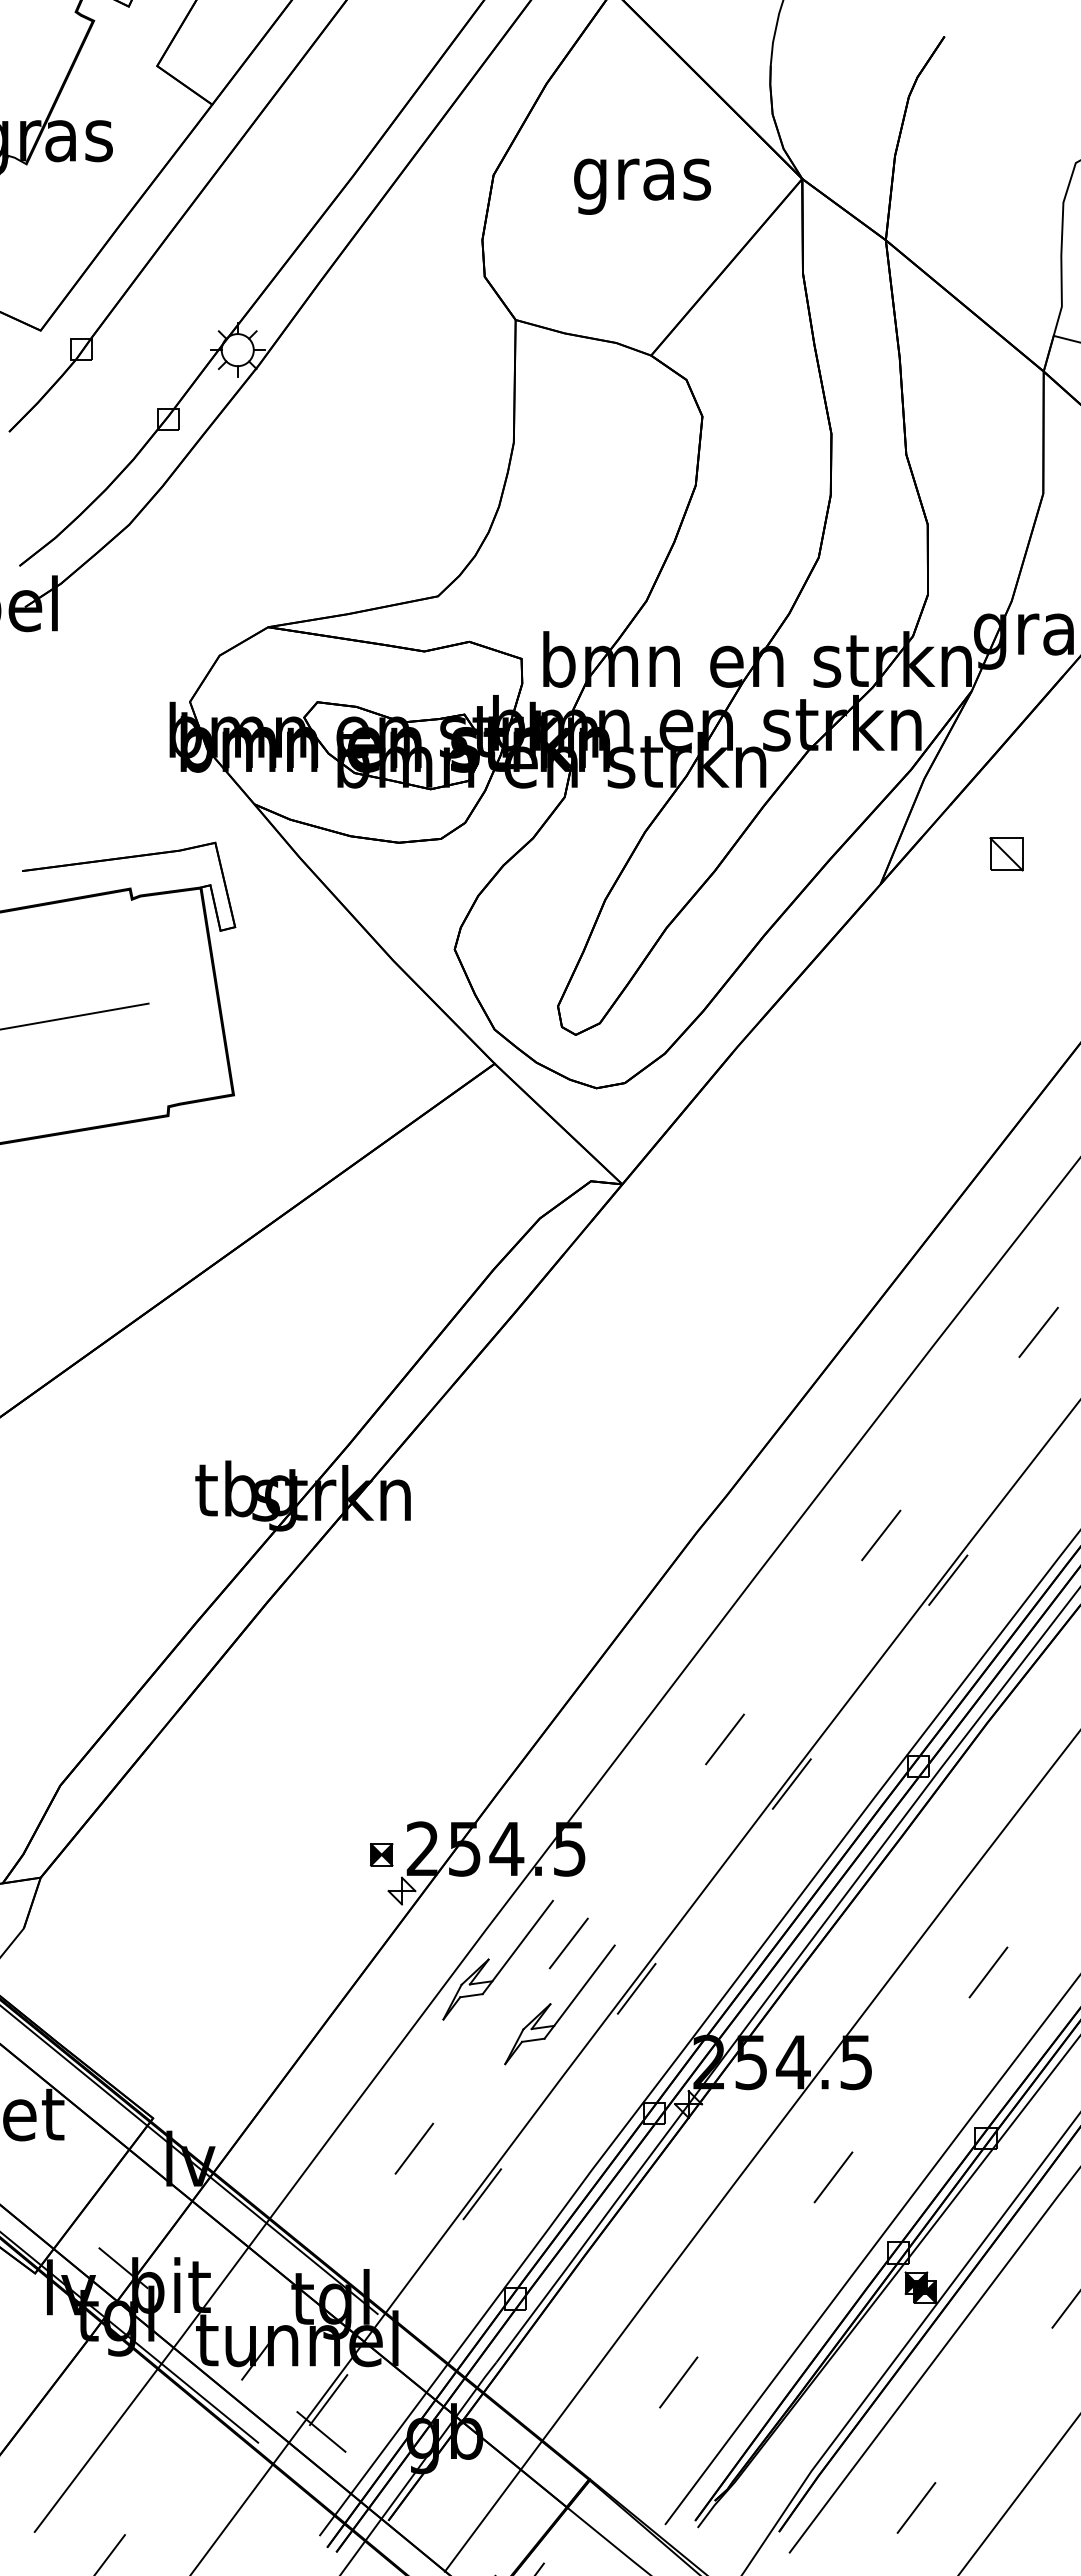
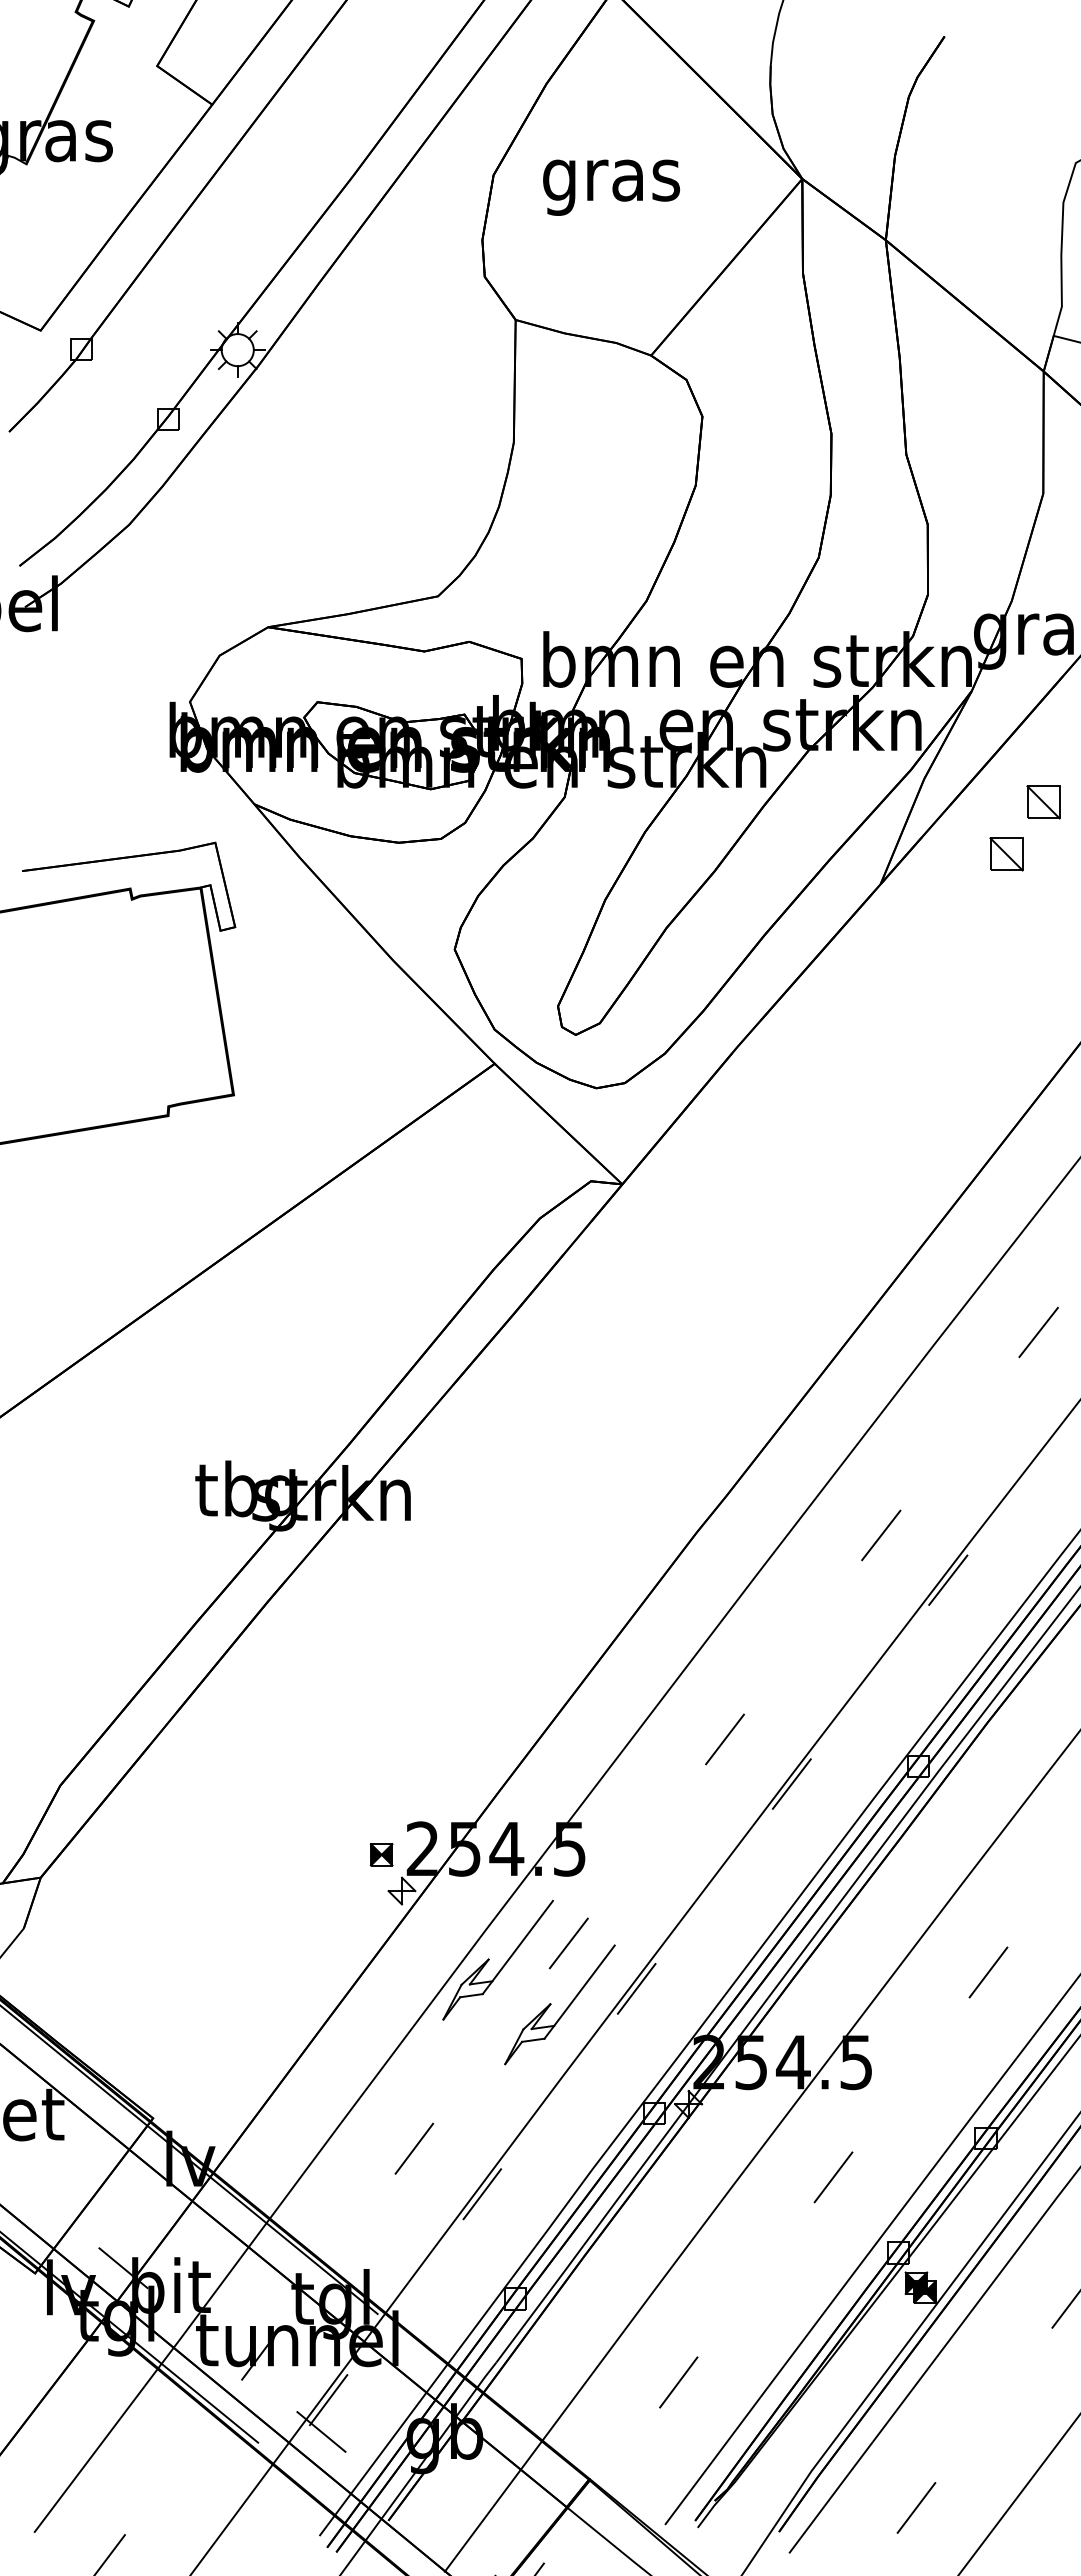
text at (642, 186) position: (642, 186) -> (611, 187)
part at (1043, 802): none -> present
line at (75, 1016): present -> none
